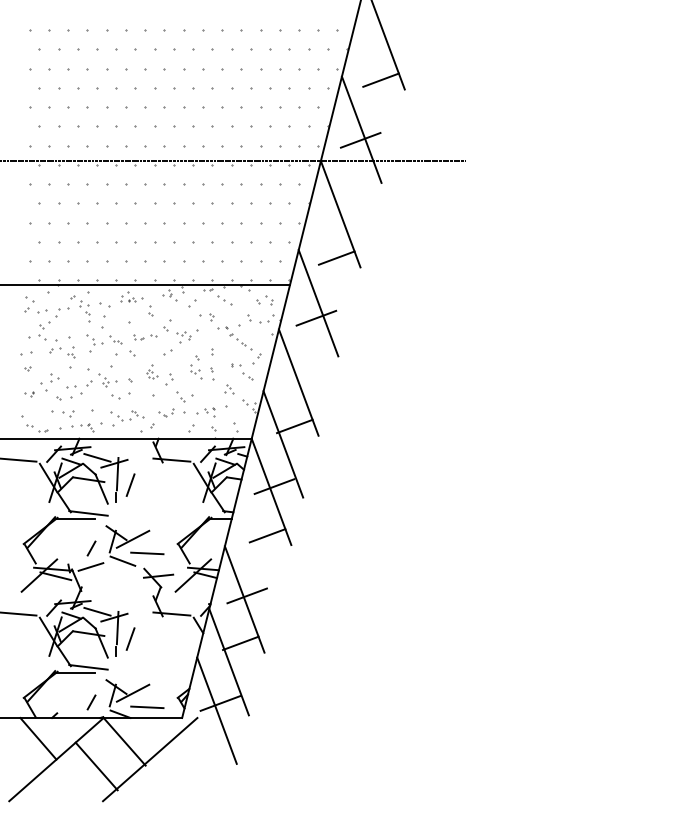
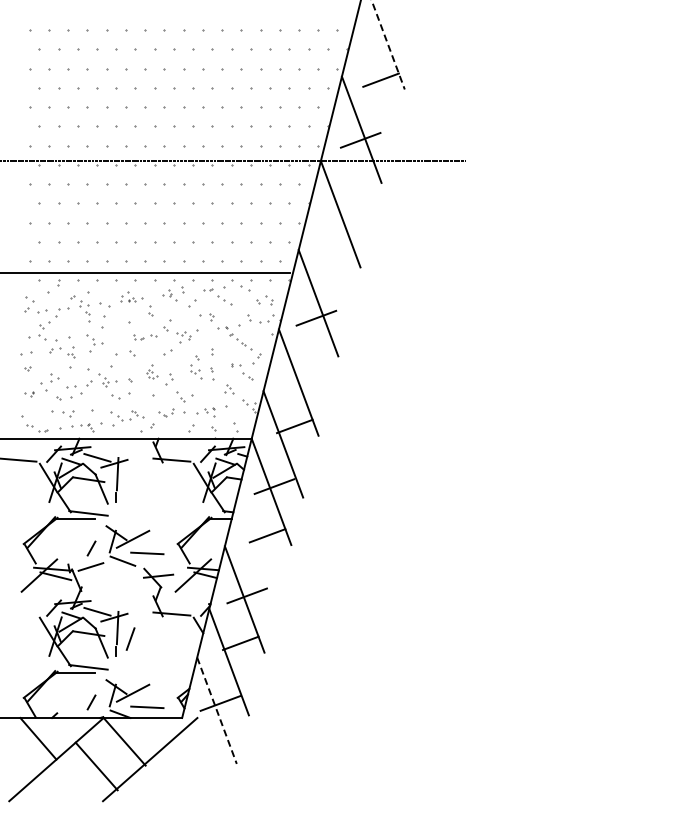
line at (388, 45): solid -> dashed
line at (336, 257): present -> none
line at (146, 284) position: (146, 284) -> (146, 272)
part at (115, 339): present -> none
line at (130, 484): present -> none
line at (19, 613): present -> none
line at (217, 710): solid -> dashed
